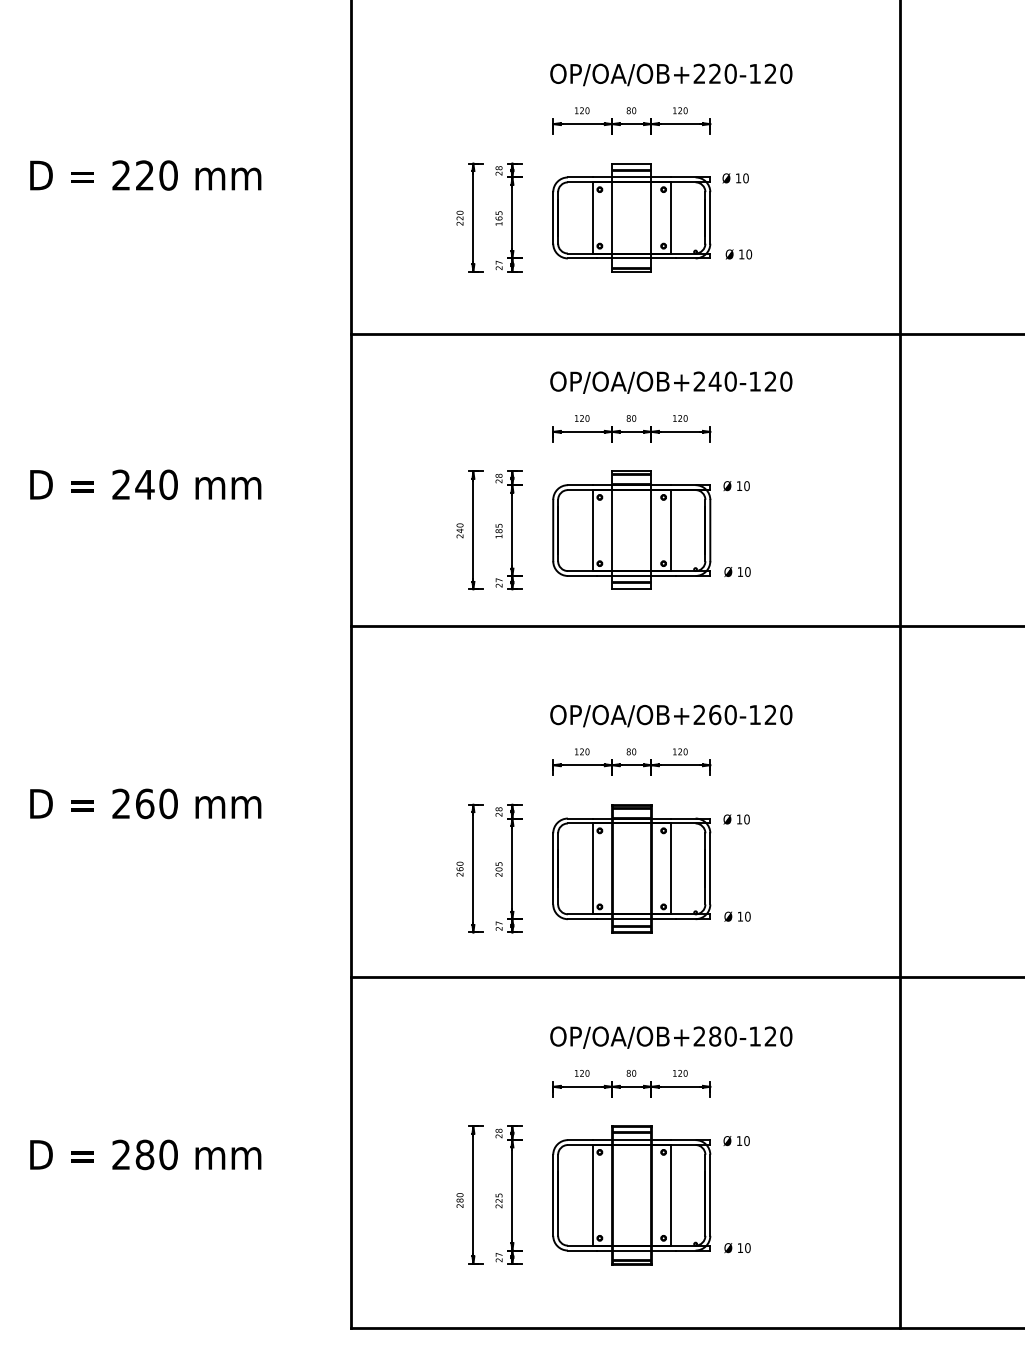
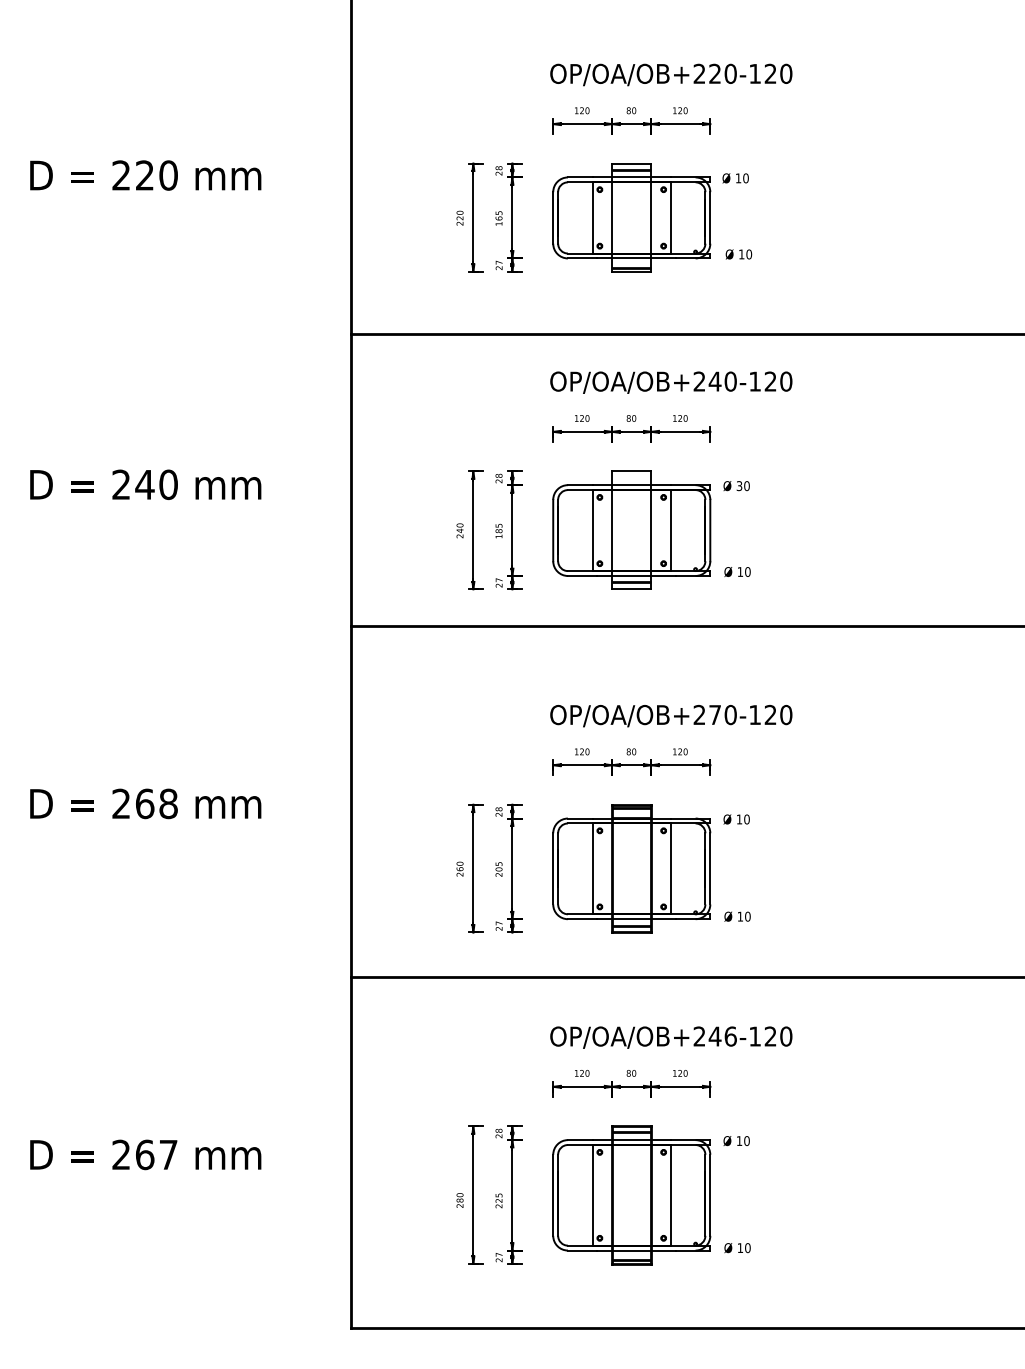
hatch at (631, 479): present -> none
text at (739, 486): 10 -> 30
line at (899, 664): present -> none
text at (715, 714): OP/OA/OB+260-120 -> OP/OA/OB+270-120
text at (168, 803): 260 -> 268
text at (722, 1036): OP/OA/OB+280-120 -> OP/OA/OB+246-120
text at (156, 1154): 280 -> 267
